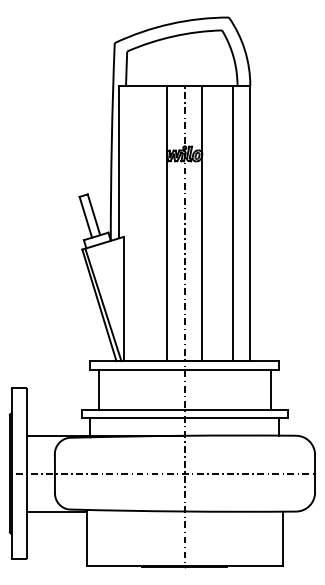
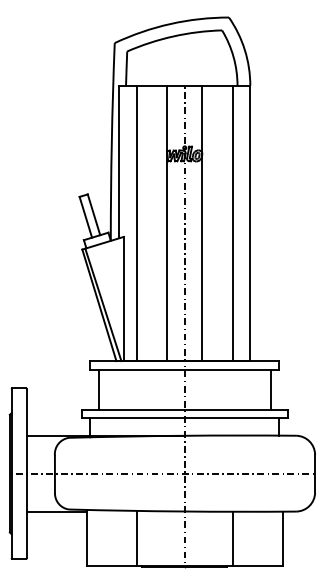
line at (136, 223): none -> present
line at (136, 537): none -> present
line at (232, 538): none -> present
